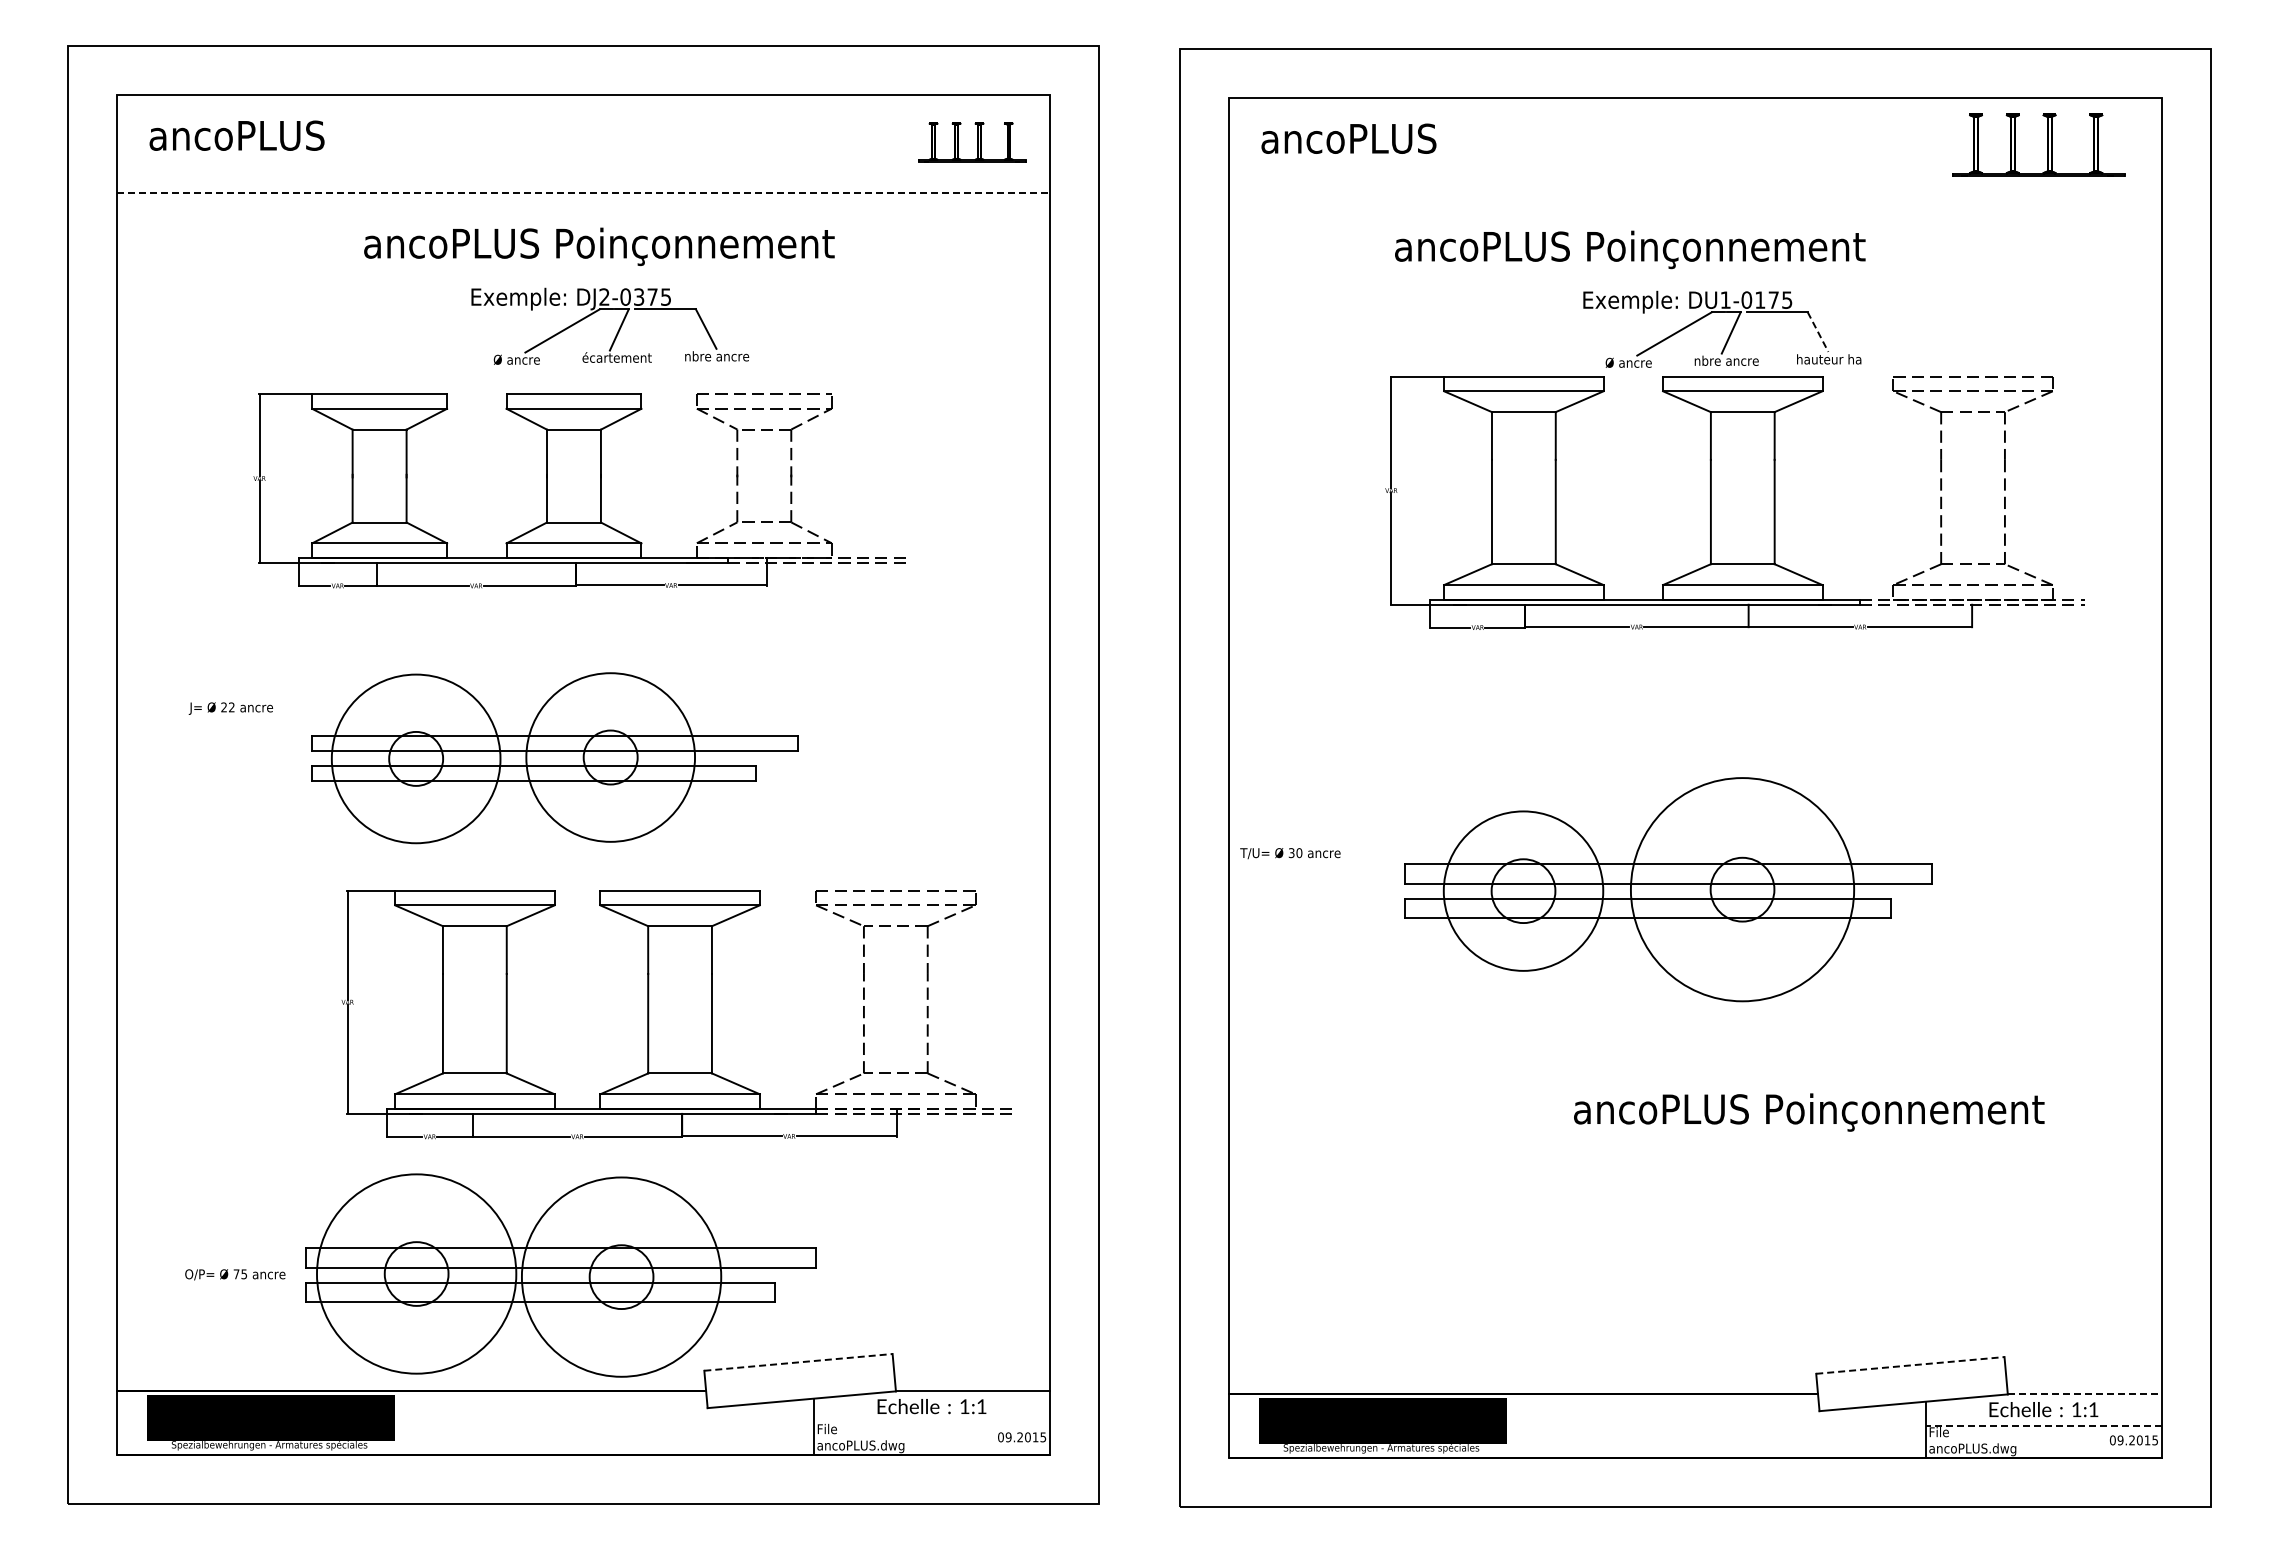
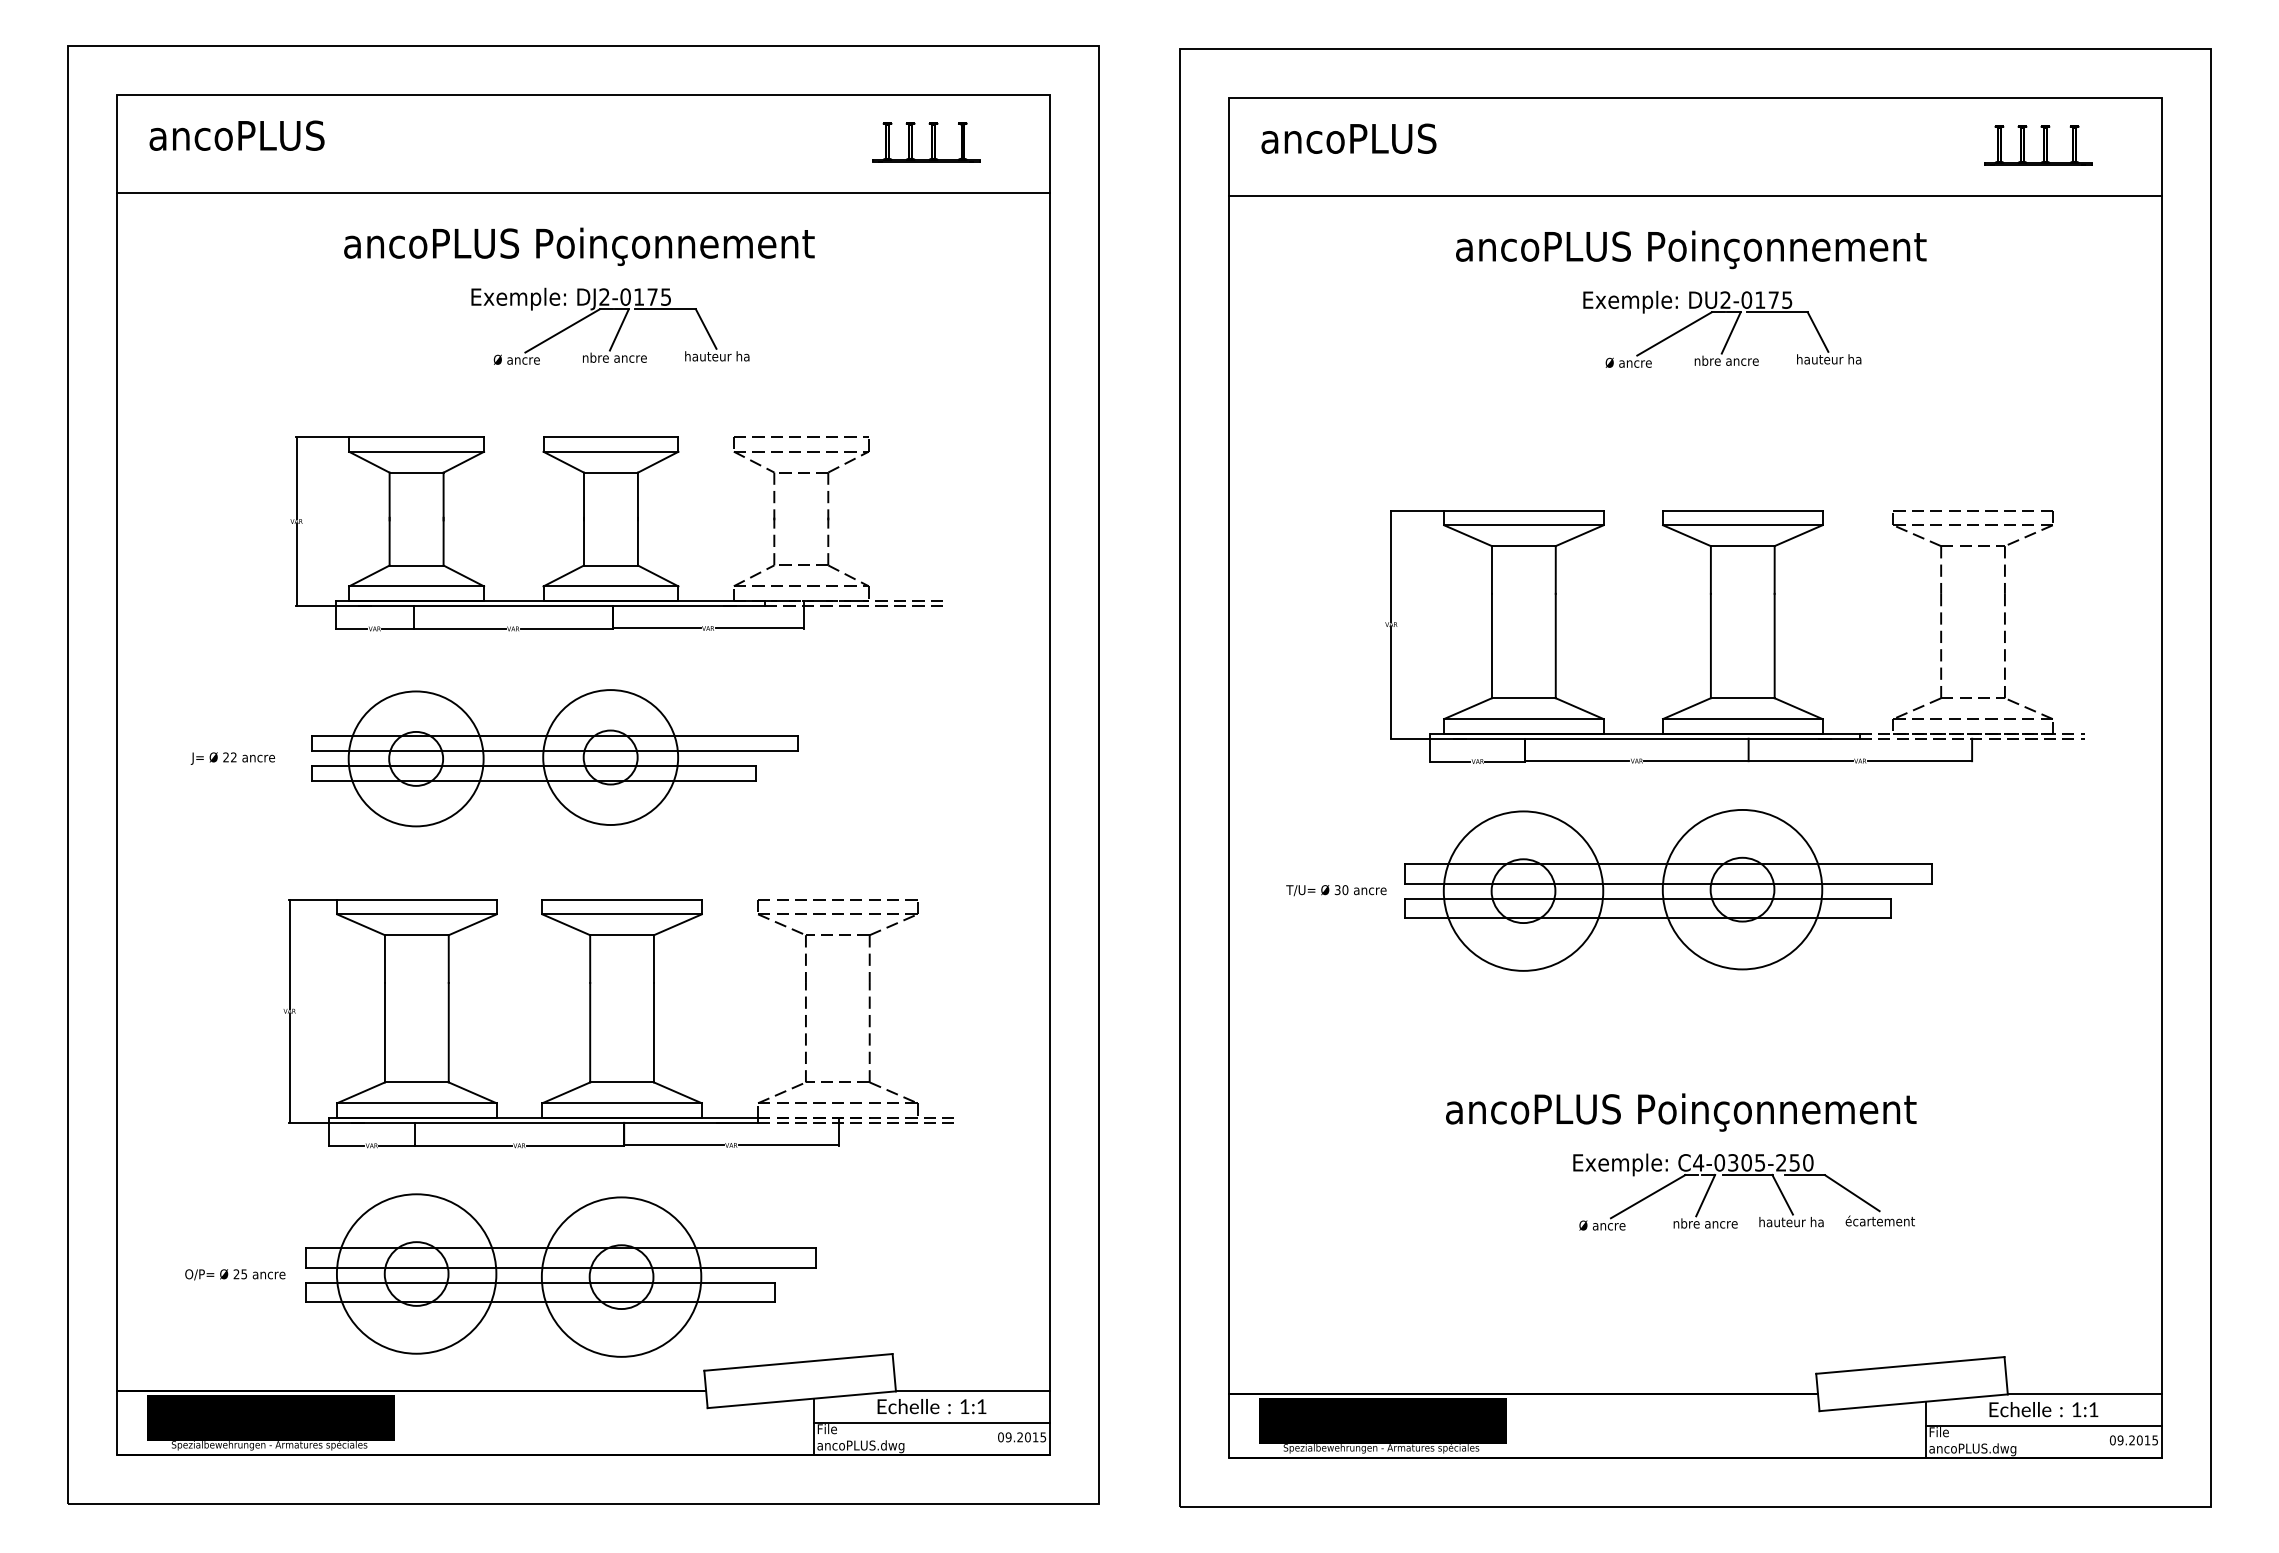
part at (972, 142) position: (972, 142) -> (926, 142)
part at (2038, 144) size: 174x64 px -> 109x41 px
line at (584, 192): dashed -> solid
line at (1695, 195): none -> present
text at (599, 246) position: (599, 246) -> (579, 246)
text at (1630, 249) position: (1630, 249) -> (1691, 249)
text at (639, 296): DJ2-0375 -> DJ2-0175
text at (1725, 299): DU1-0175 -> DU2-0175
line at (1818, 332): dashed -> solid
text at (717, 356): nbre ancre -> hauteur ha
text at (616, 357): écartement -> nbre ancre
part at (579, 490) position: (579, 490) -> (616, 533)
part at (1734, 502) position: (1734, 502) -> (1734, 636)
text at (230, 708) position: (230, 708) -> (232, 758)
circle at (610, 757) diameter: 169 px -> 135 px
circle at (415, 758) diameter: 169 px -> 135 px
text at (1290, 853) position: (1290, 853) -> (1336, 890)
circle at (1742, 889) diameter: 223 px -> 159 px
part at (676, 1014) position: (676, 1014) -> (618, 1023)
text at (1809, 1112) position: (1809, 1112) -> (1681, 1112)
part at (1743, 1175): none -> present
circle at (416, 1273) diameter: 199 px -> 159 px
text at (236, 1274): 75 -> 25
circle at (621, 1276) diameter: 199 px -> 159 px
line at (798, 1362): dashed -> solid
line at (1910, 1365): dashed -> solid
line at (2084, 1393): dashed -> solid
line at (931, 1422): none -> present
line at (2043, 1425): dashed -> solid
